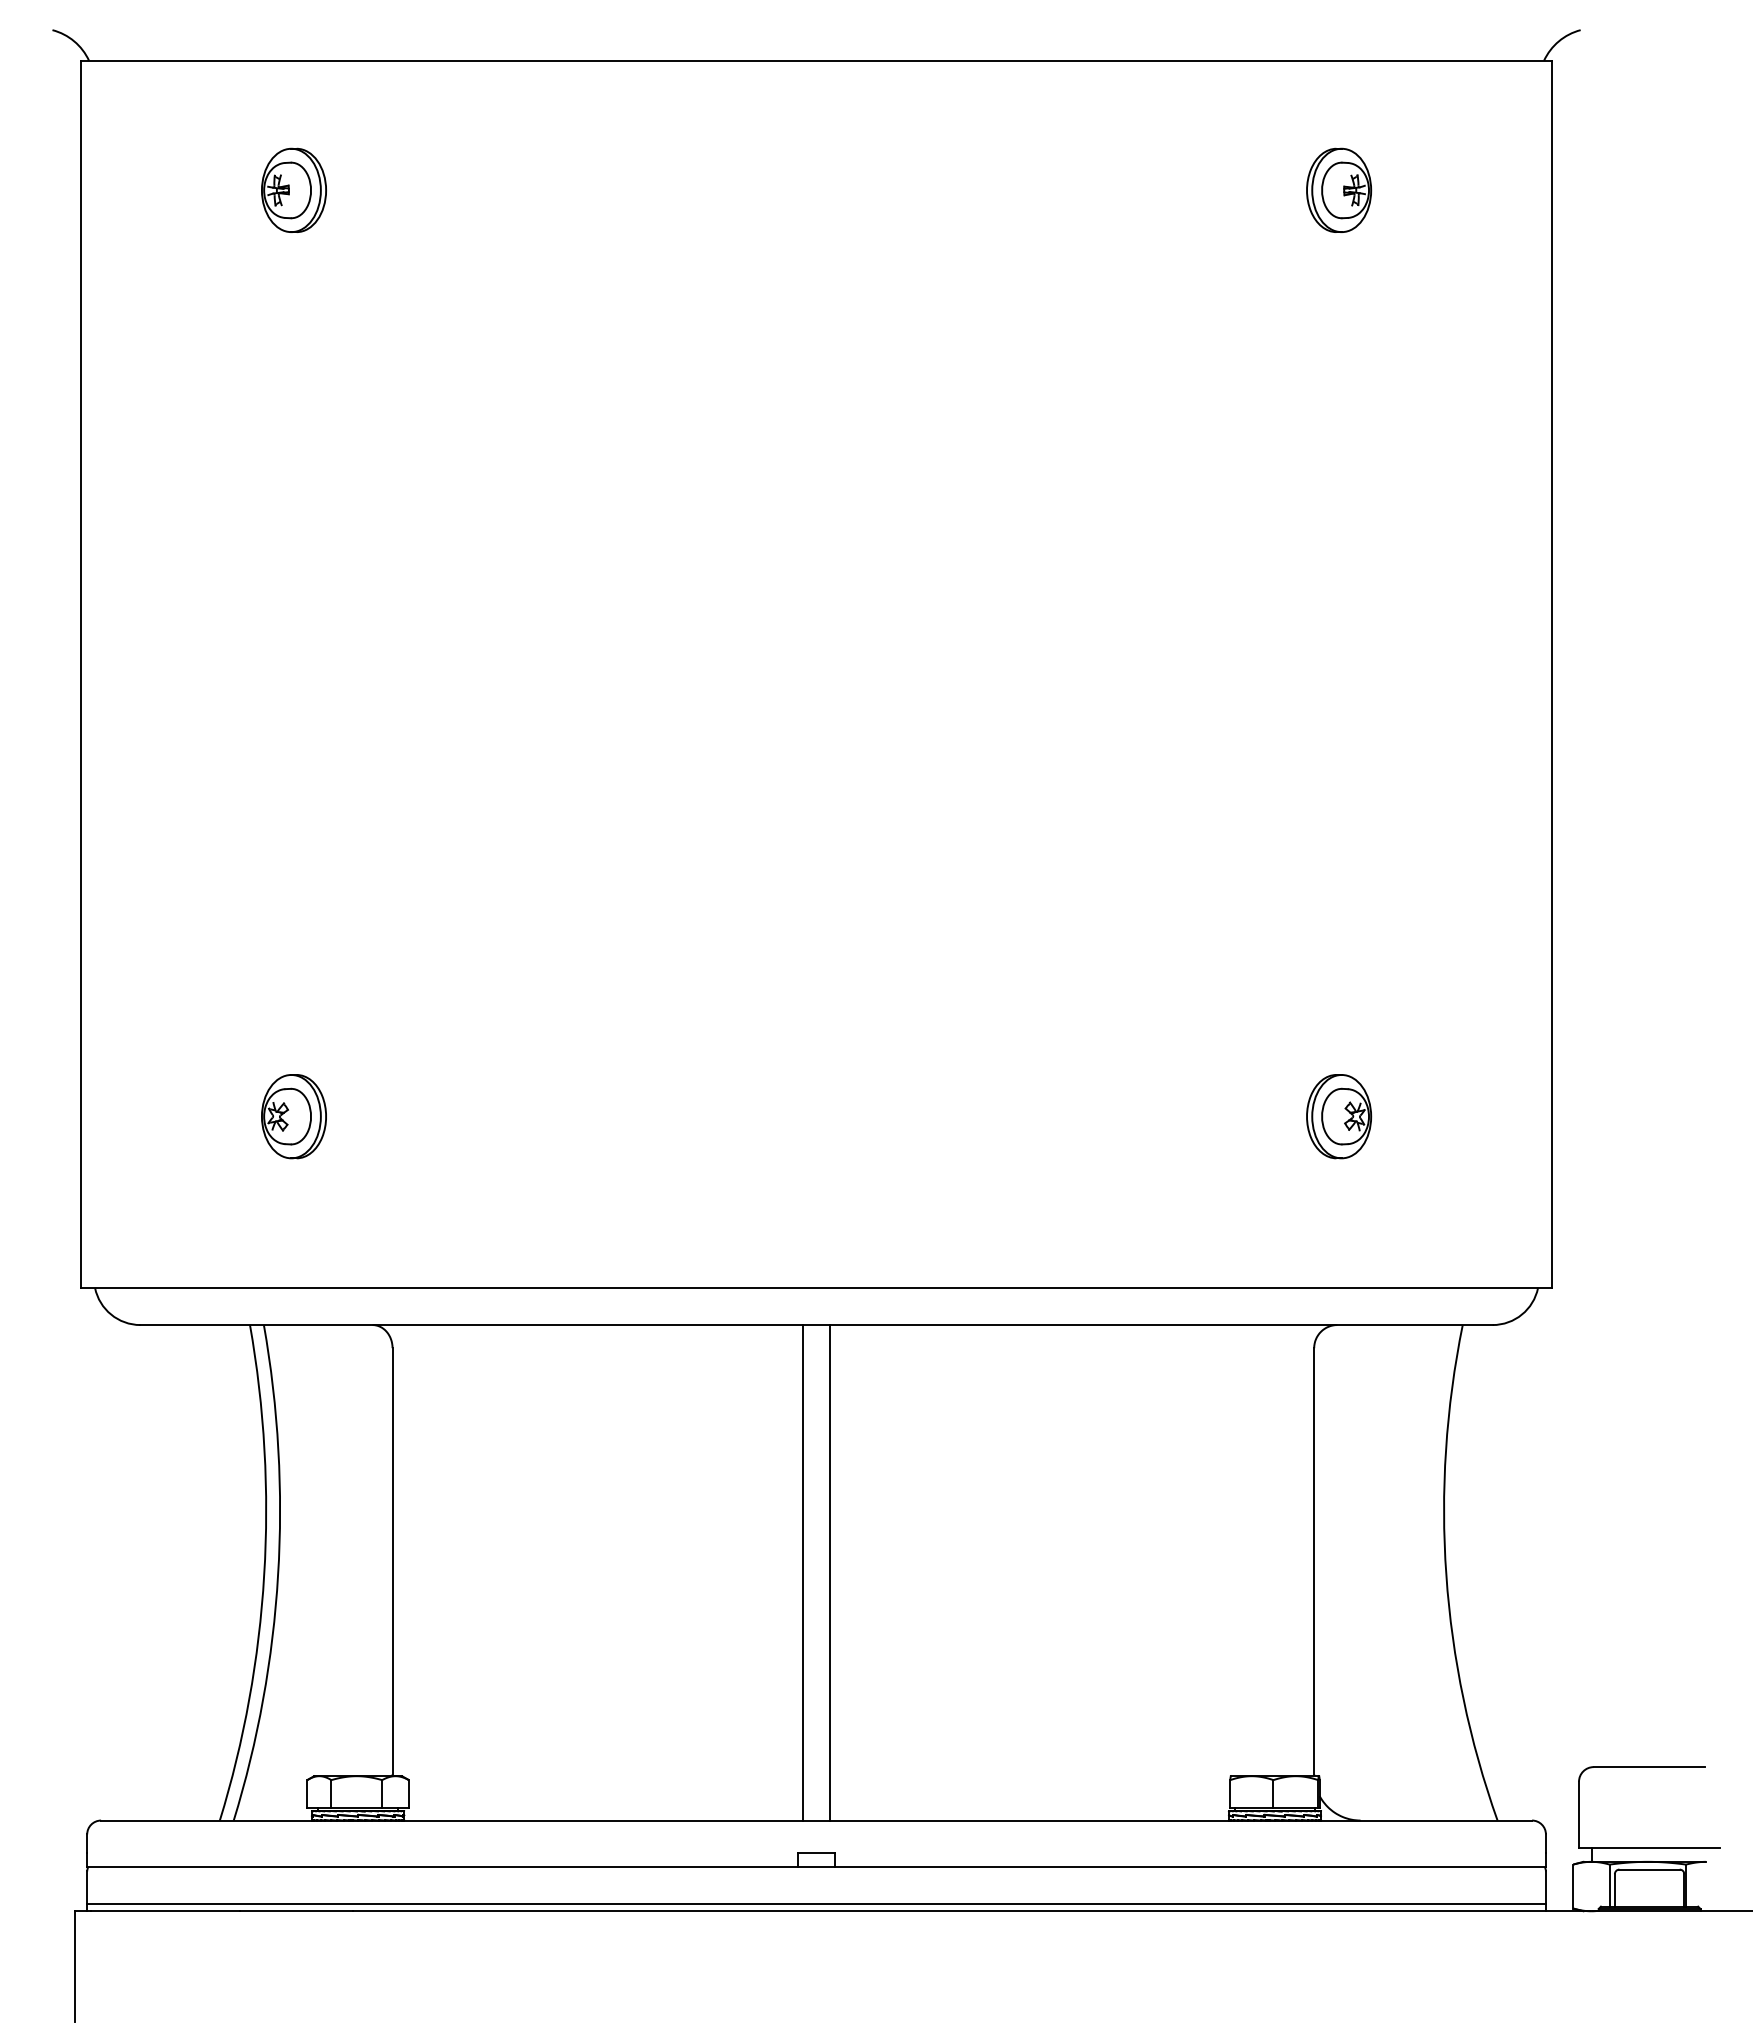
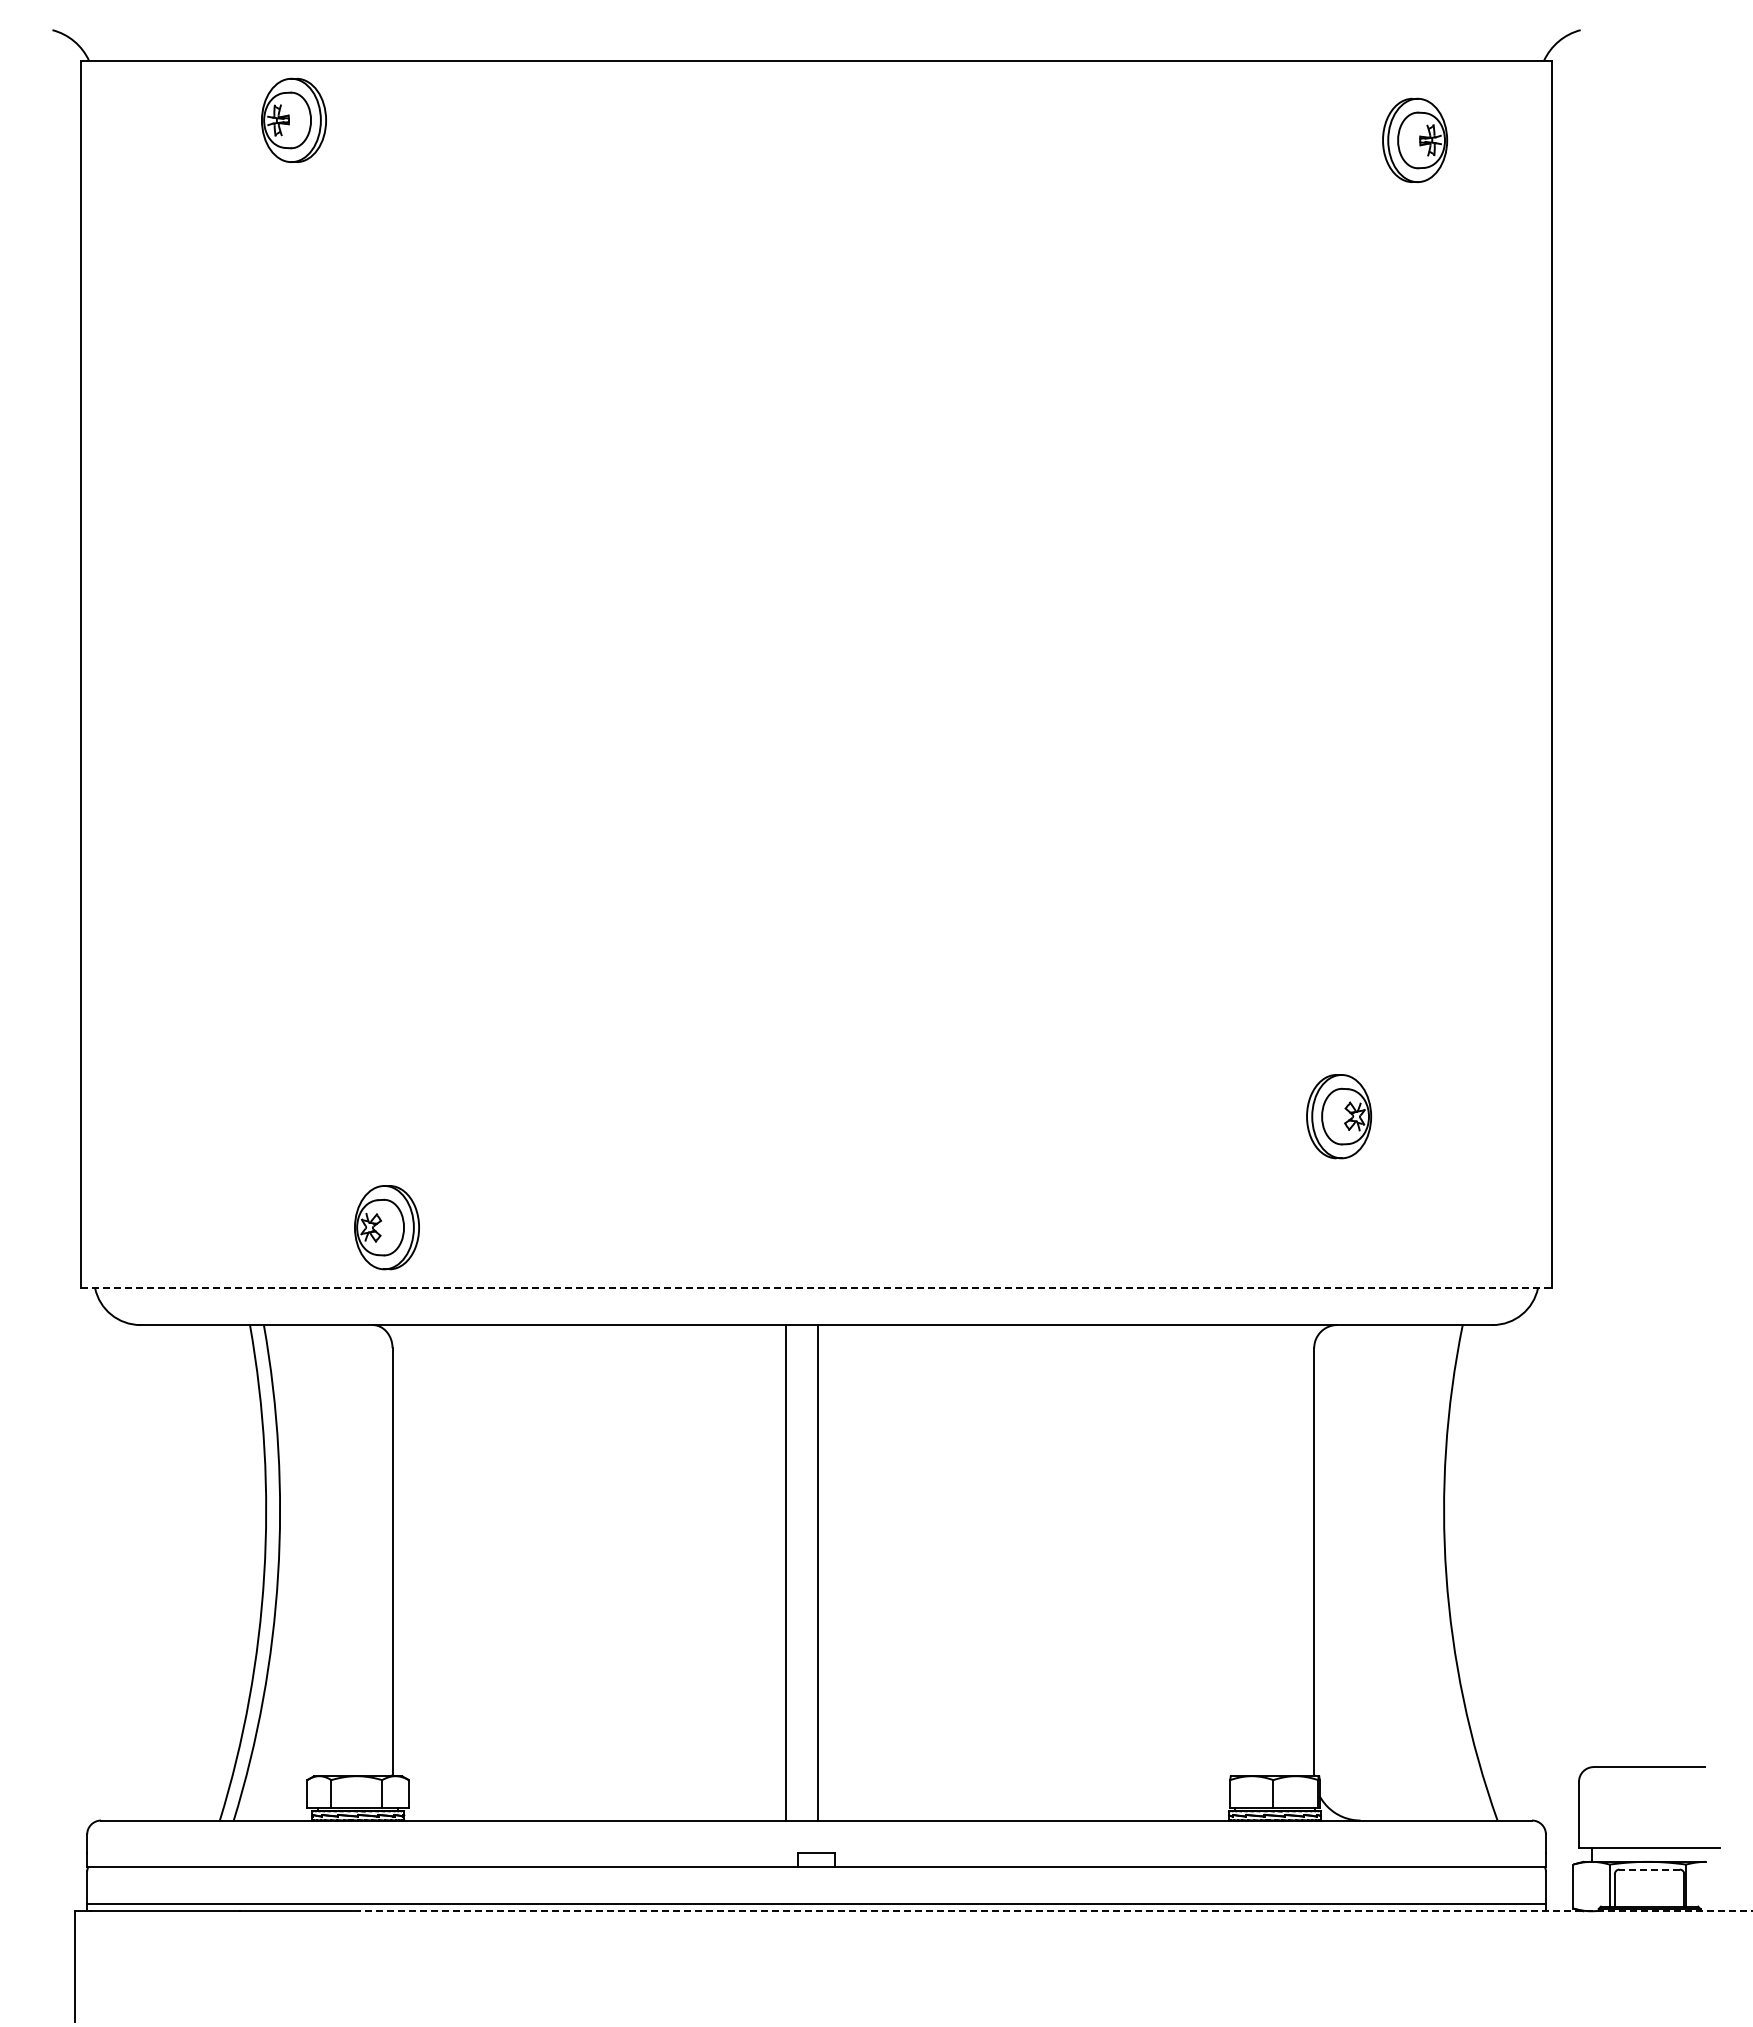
part at (293, 189) position: (293, 189) -> (293, 119)
part at (1339, 189) position: (1339, 189) -> (1415, 139)
part at (293, 1116) position: (293, 1116) -> (386, 1227)
line at (817, 1288): solid -> dashed
line at (802, 1572) position: (802, 1572) -> (785, 1572)
line at (830, 1572) position: (830, 1572) -> (818, 1572)
line at (1649, 1869): solid -> dashed
line at (1052, 1911): solid -> dashed
